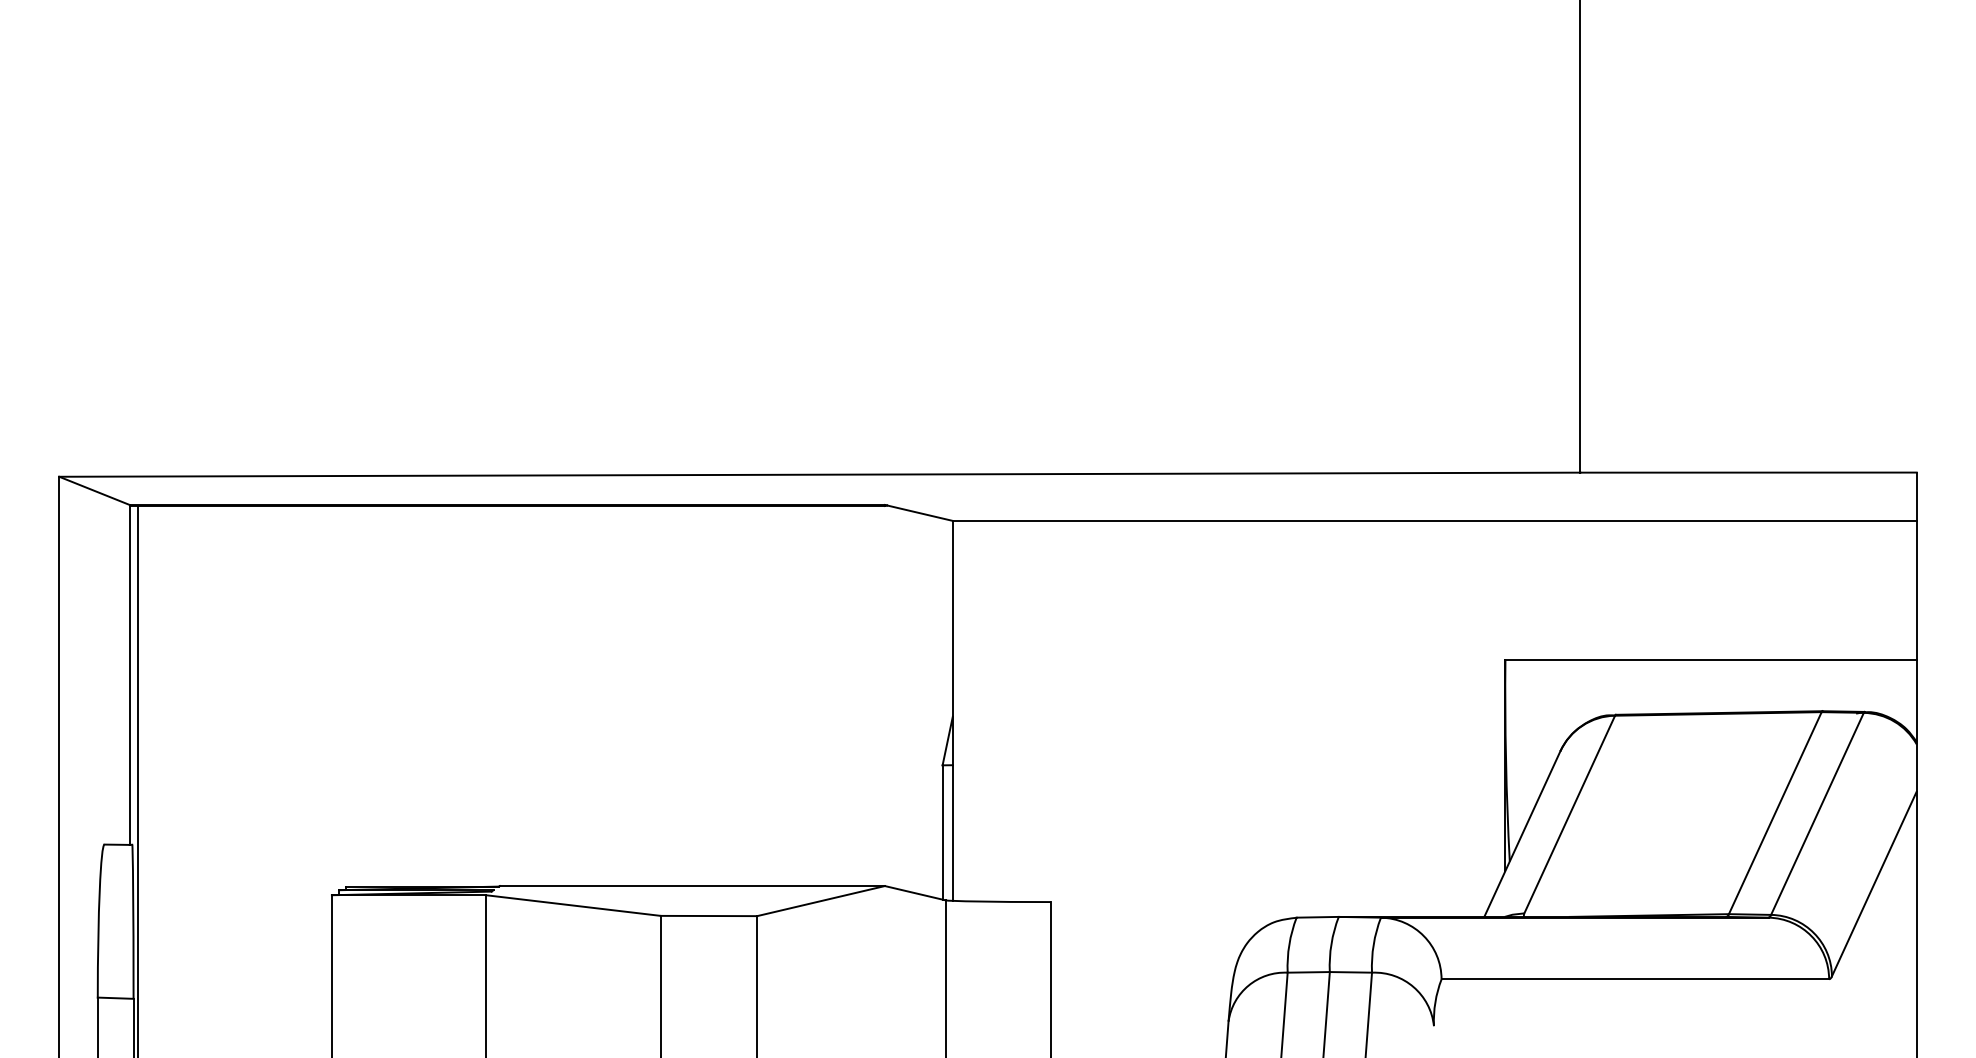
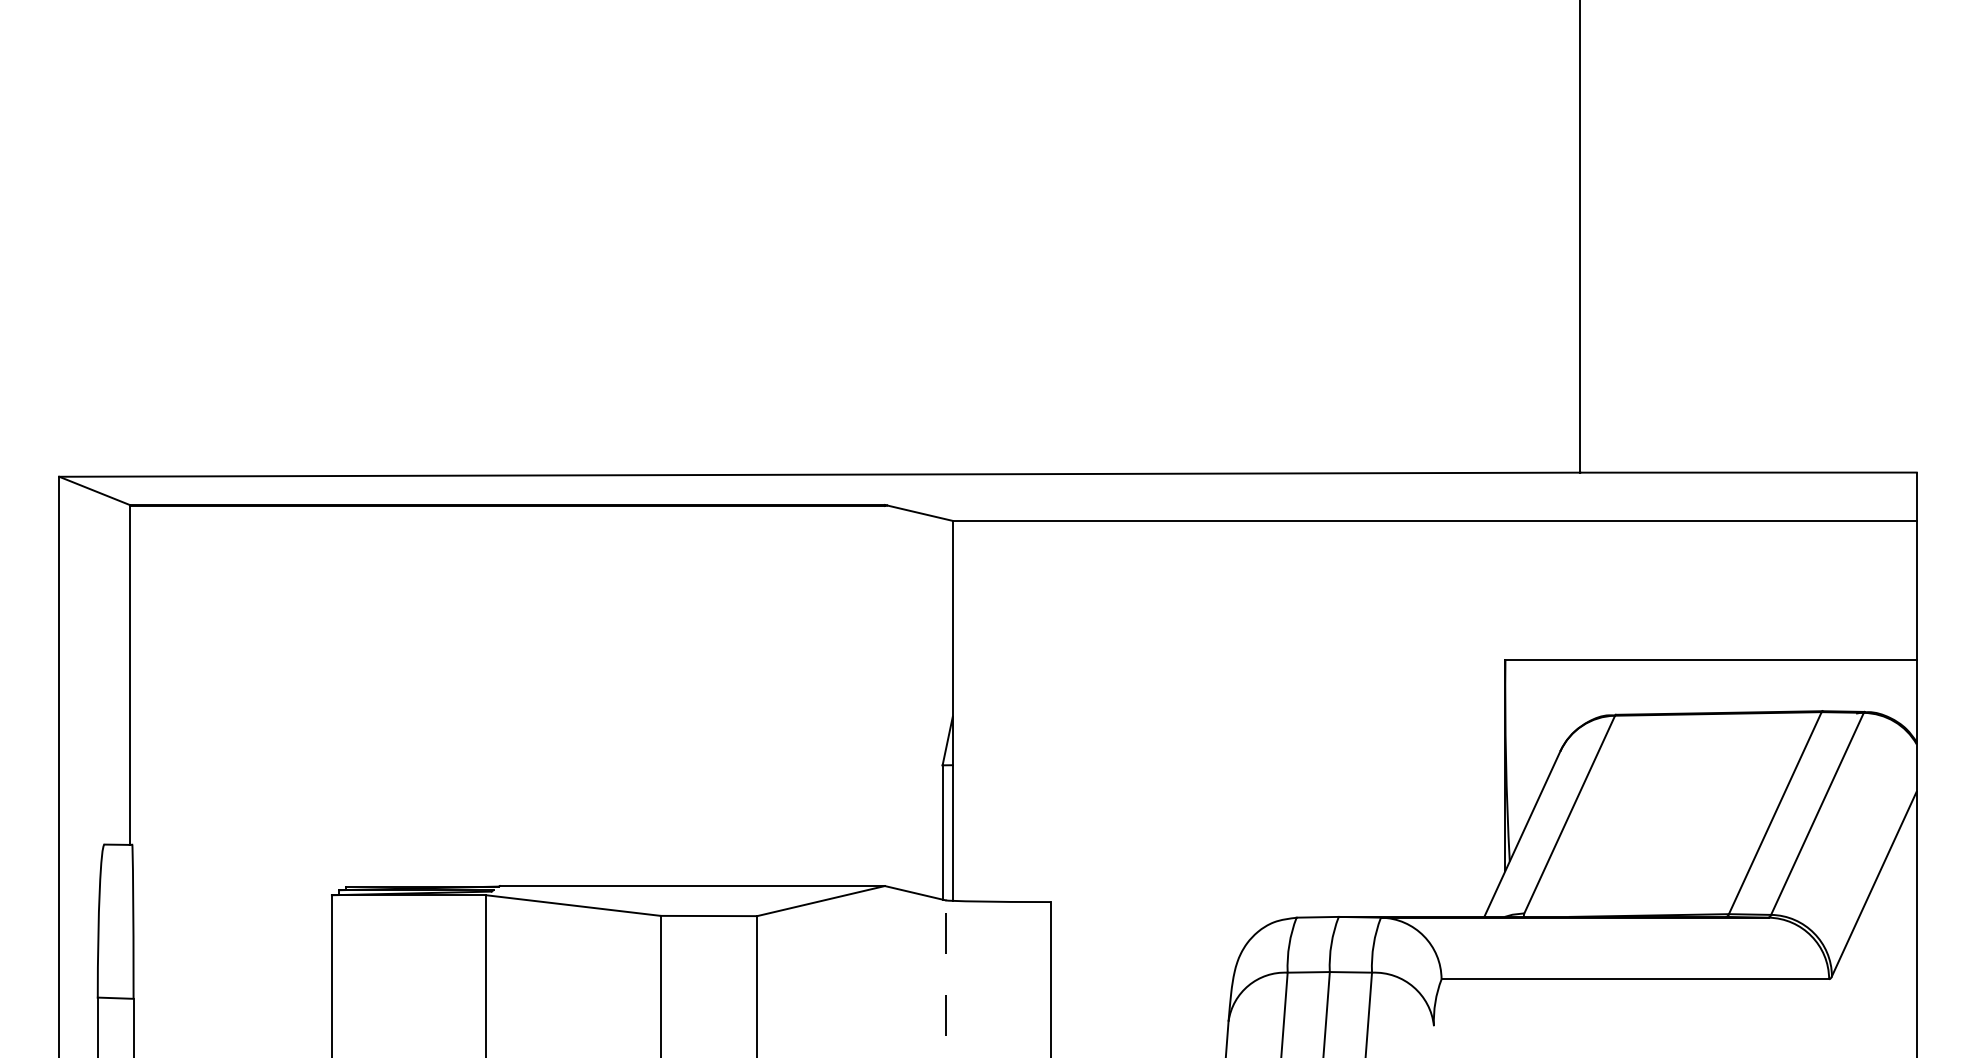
line at (137, 780): present -> none
line at (945, 978): solid -> dashed
